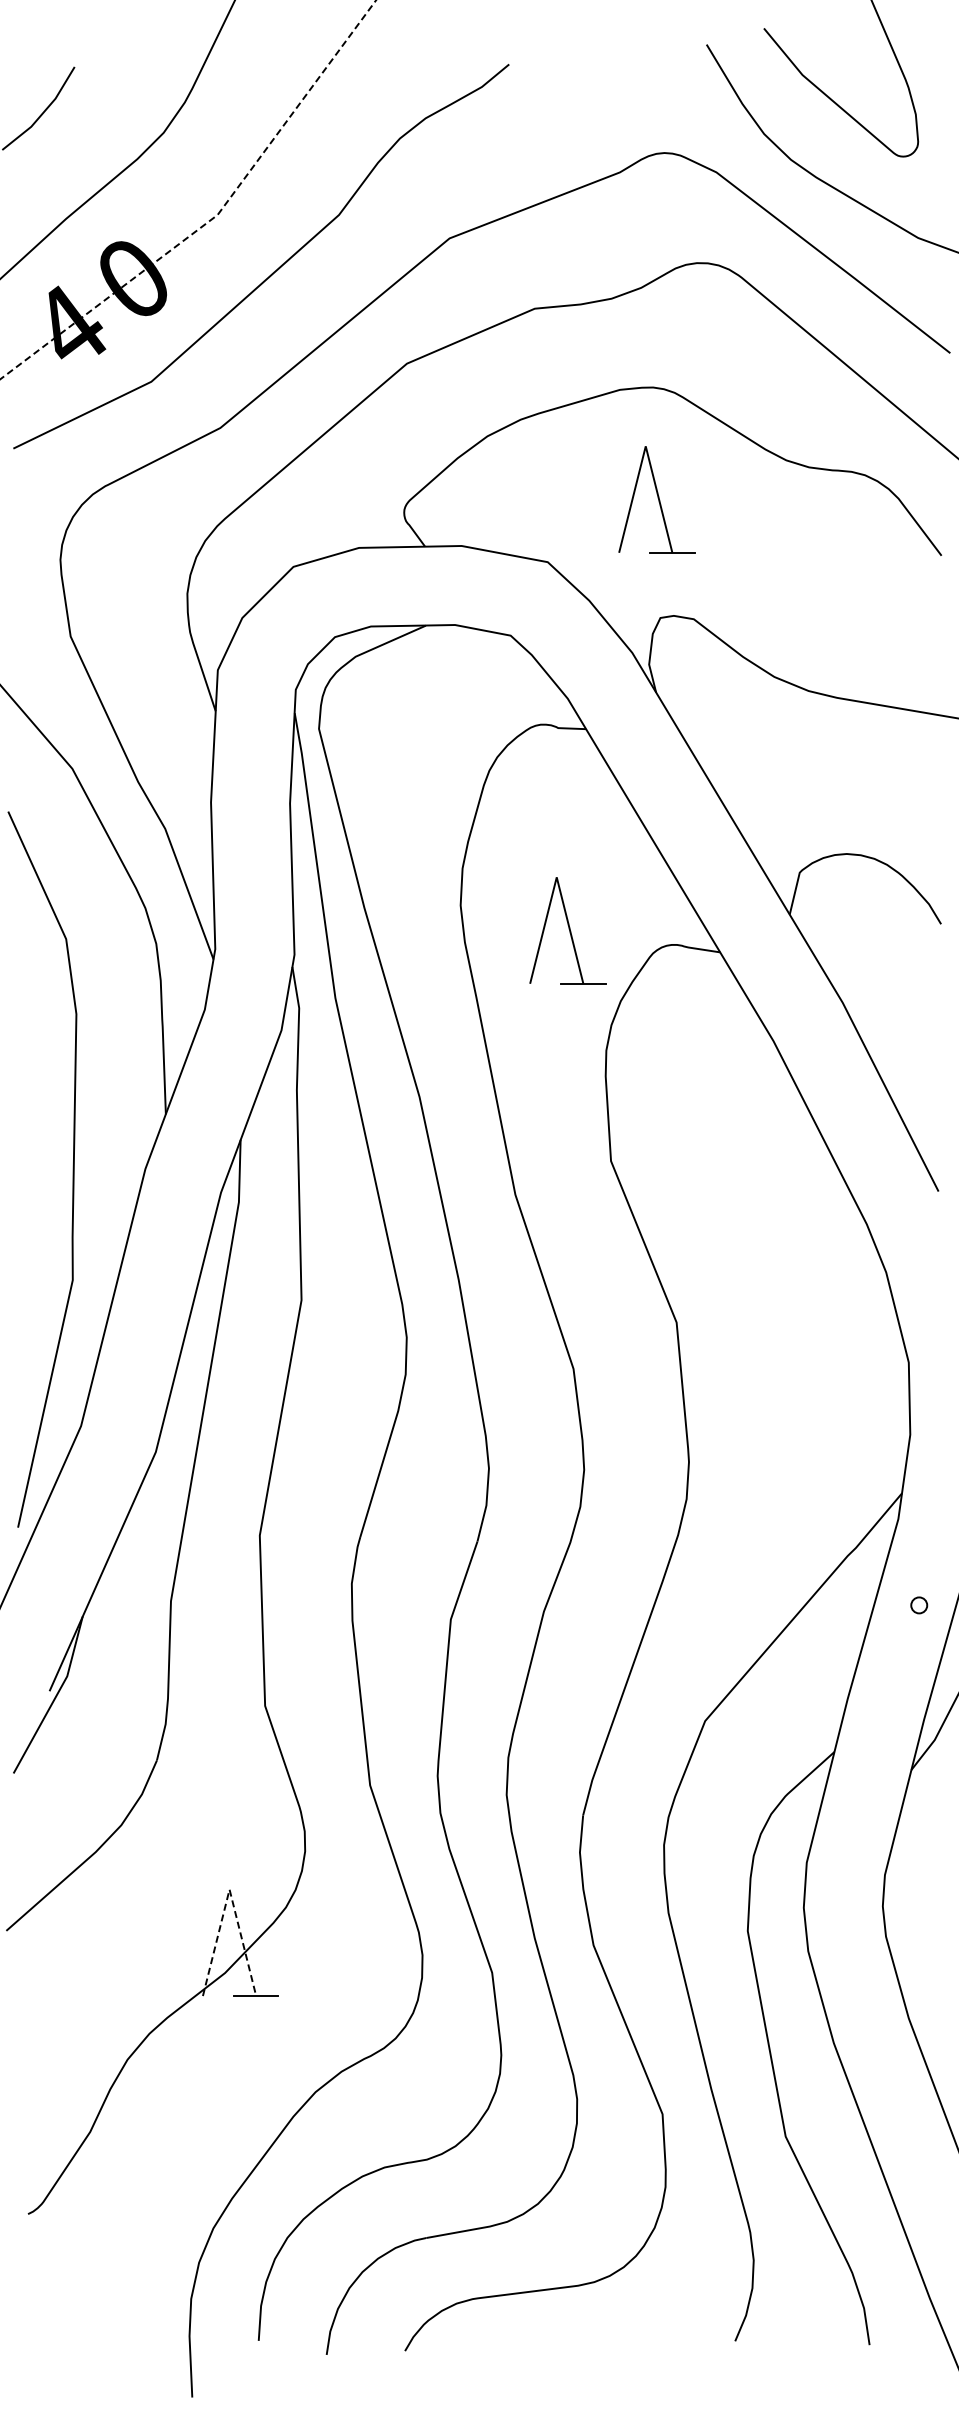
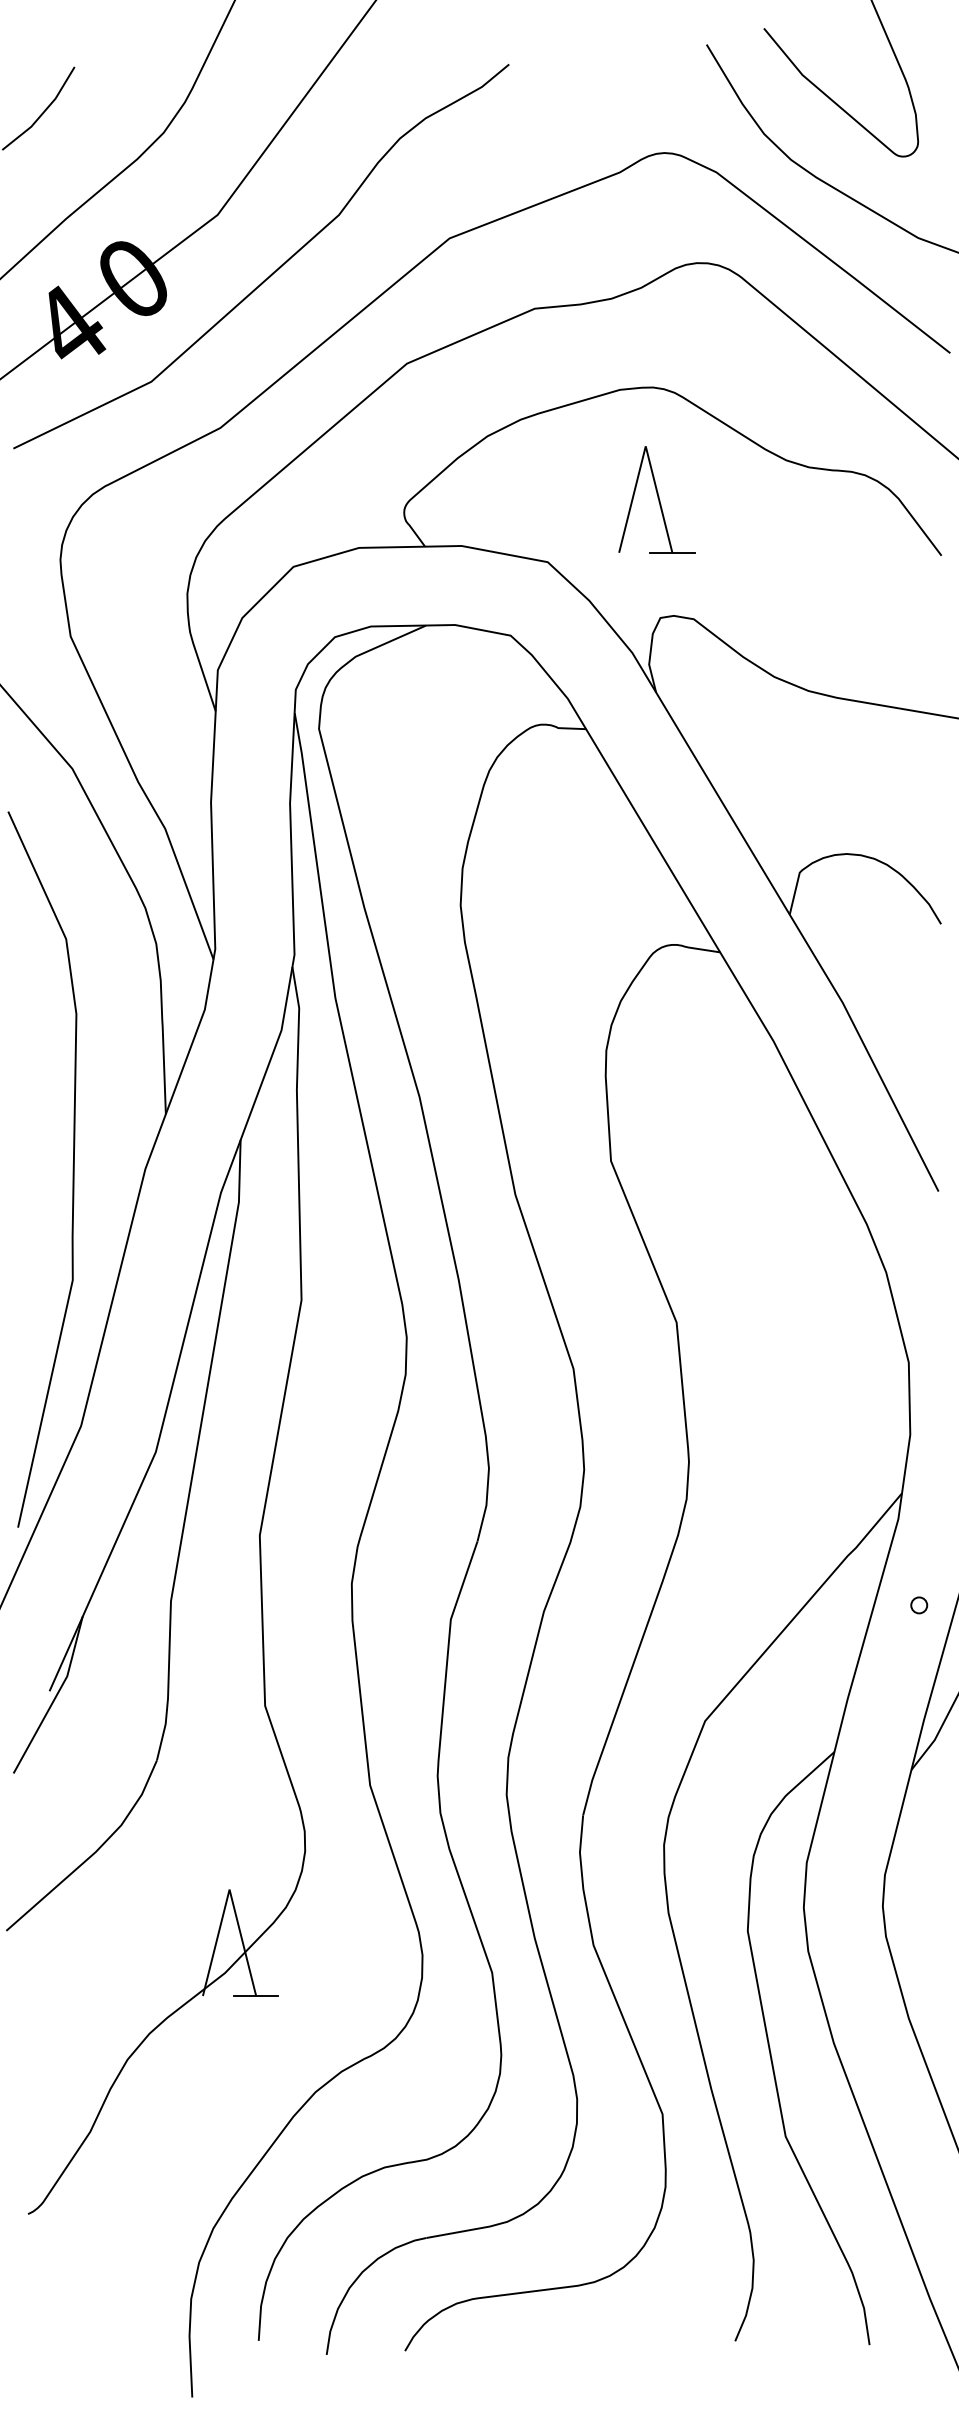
line at (216, 216): dashed -> solid
part at (567, 930): present -> none
line at (229, 1889): dashed -> solid
